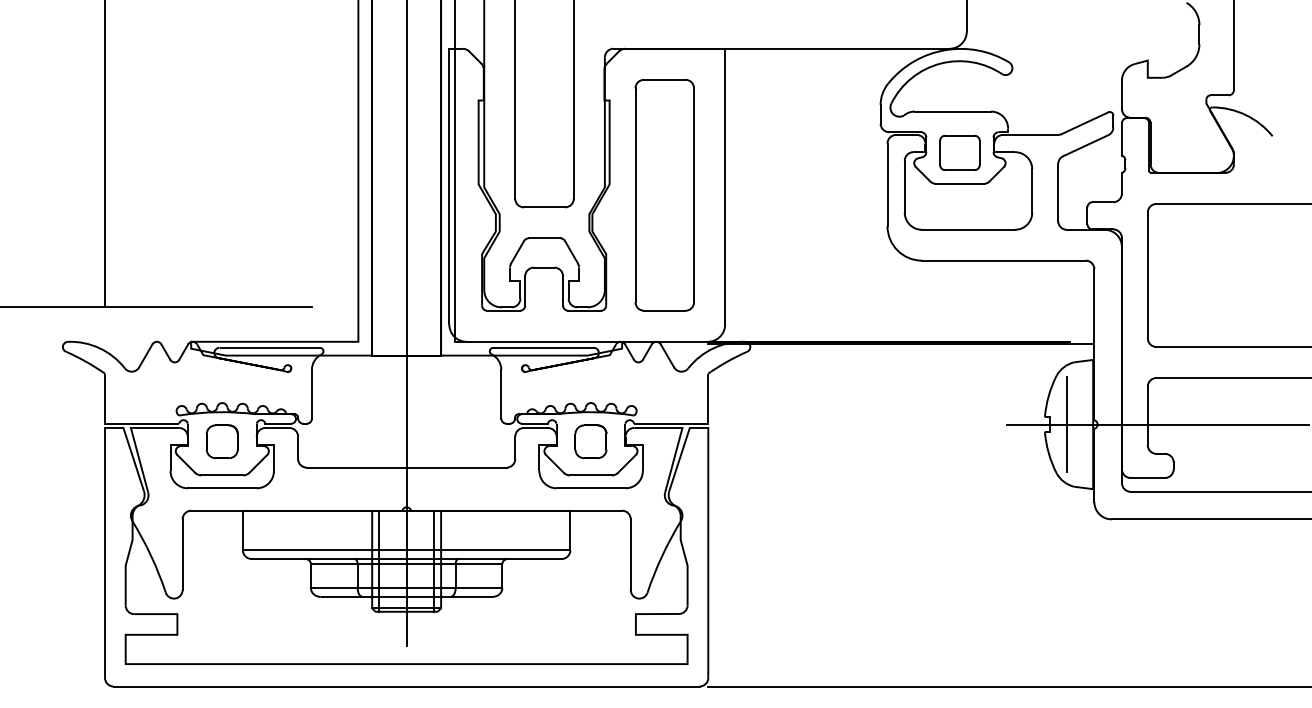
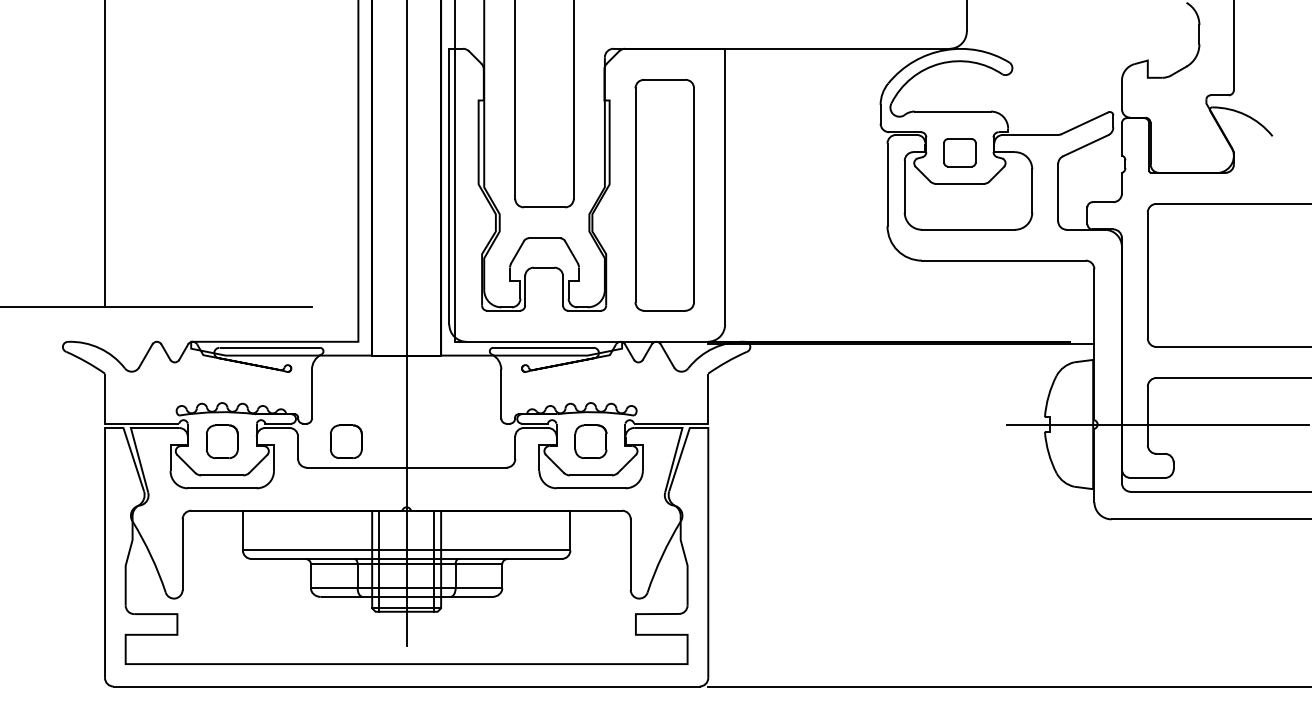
part at (959, 152) size: 42x37 px -> 34x30 px
line at (1066, 424): present -> none
part at (346, 441): none -> present
